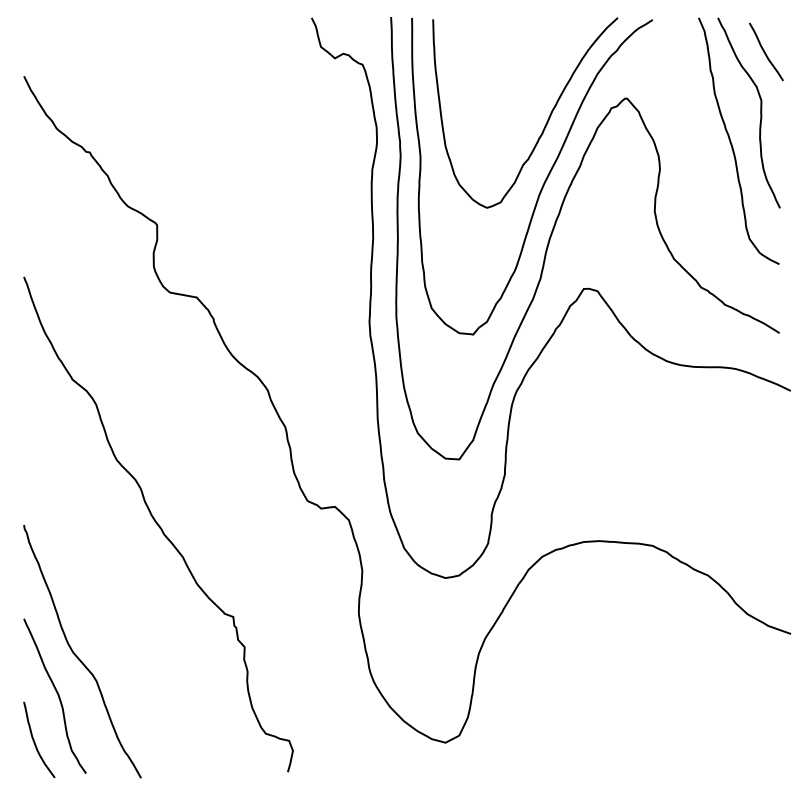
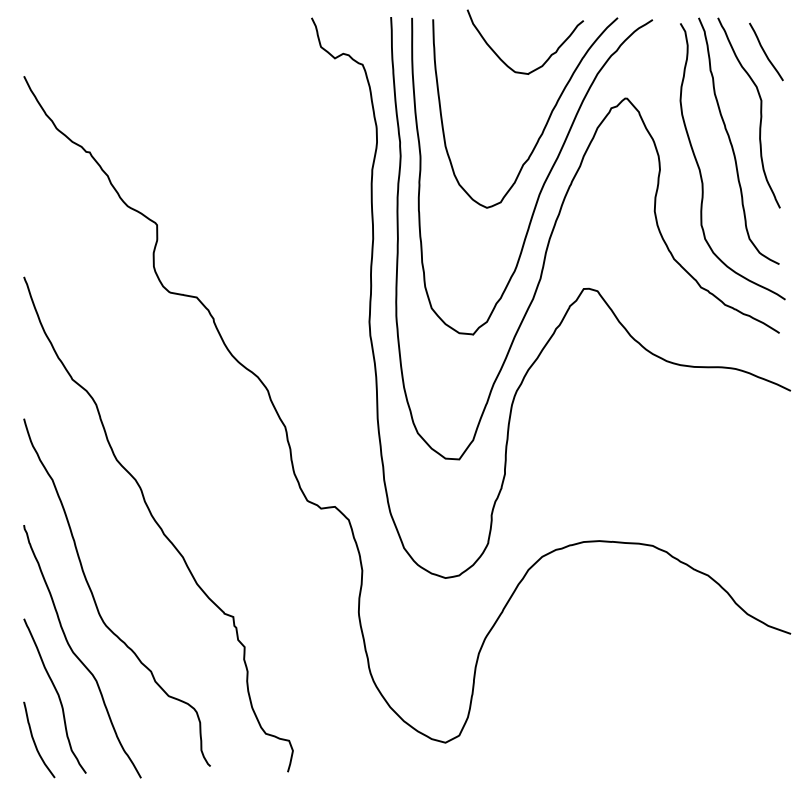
curve at (545, 60): none -> present
curve at (700, 168): none -> present
curve at (95, 599): none -> present
